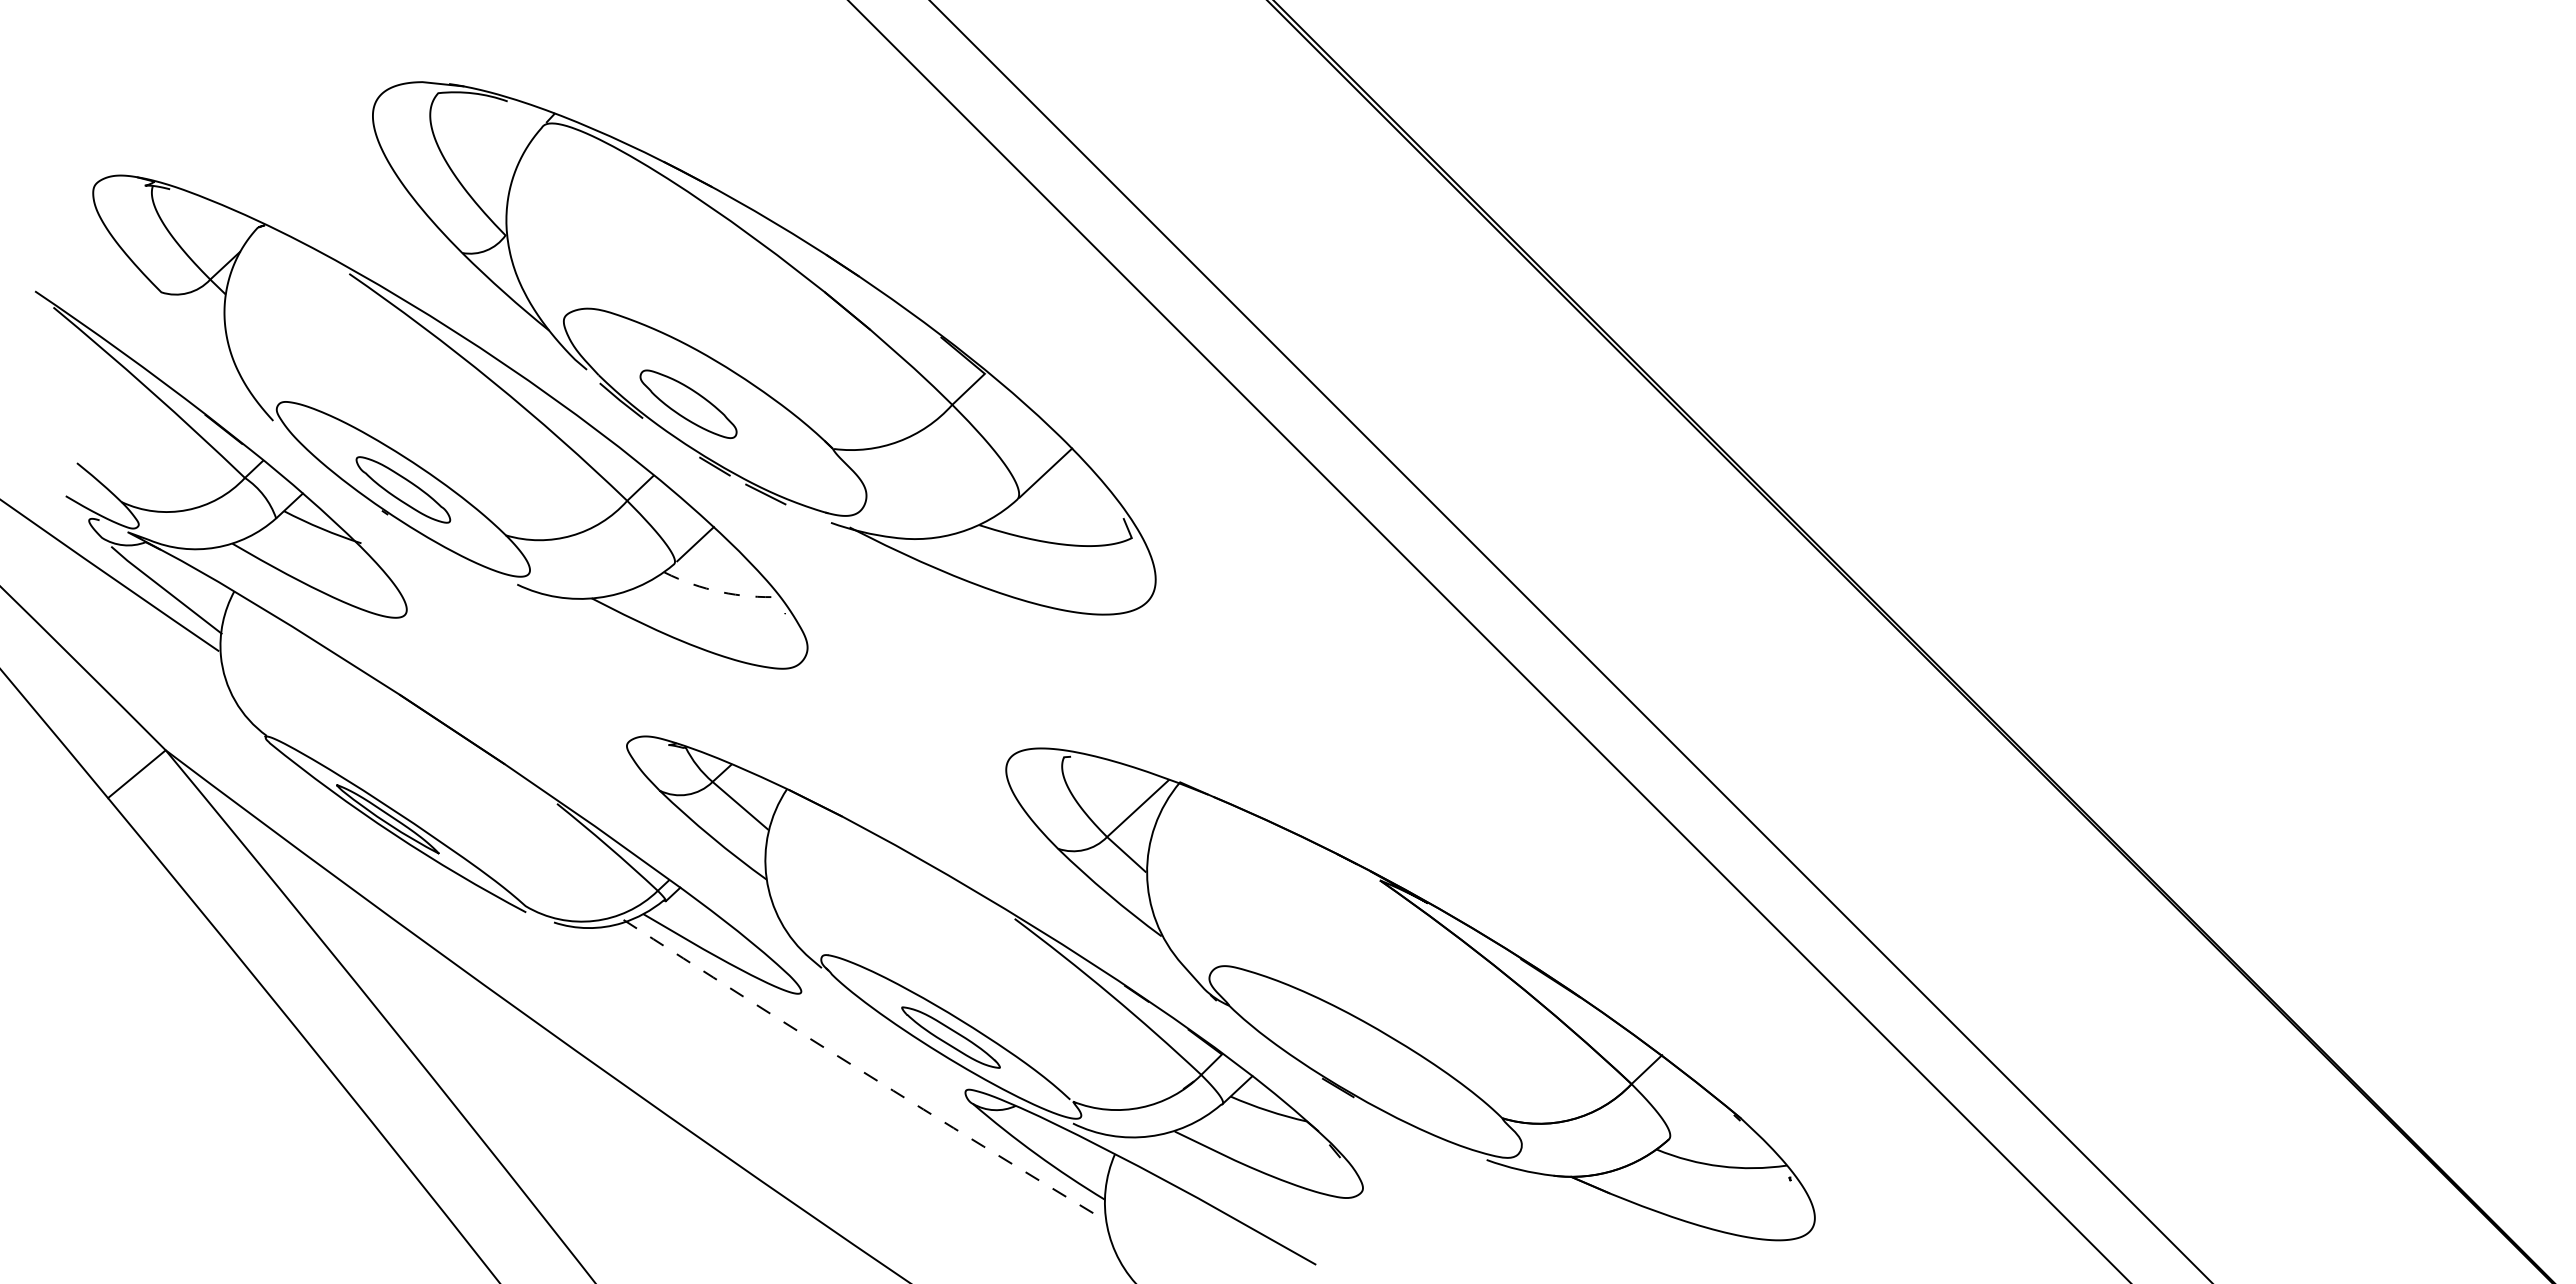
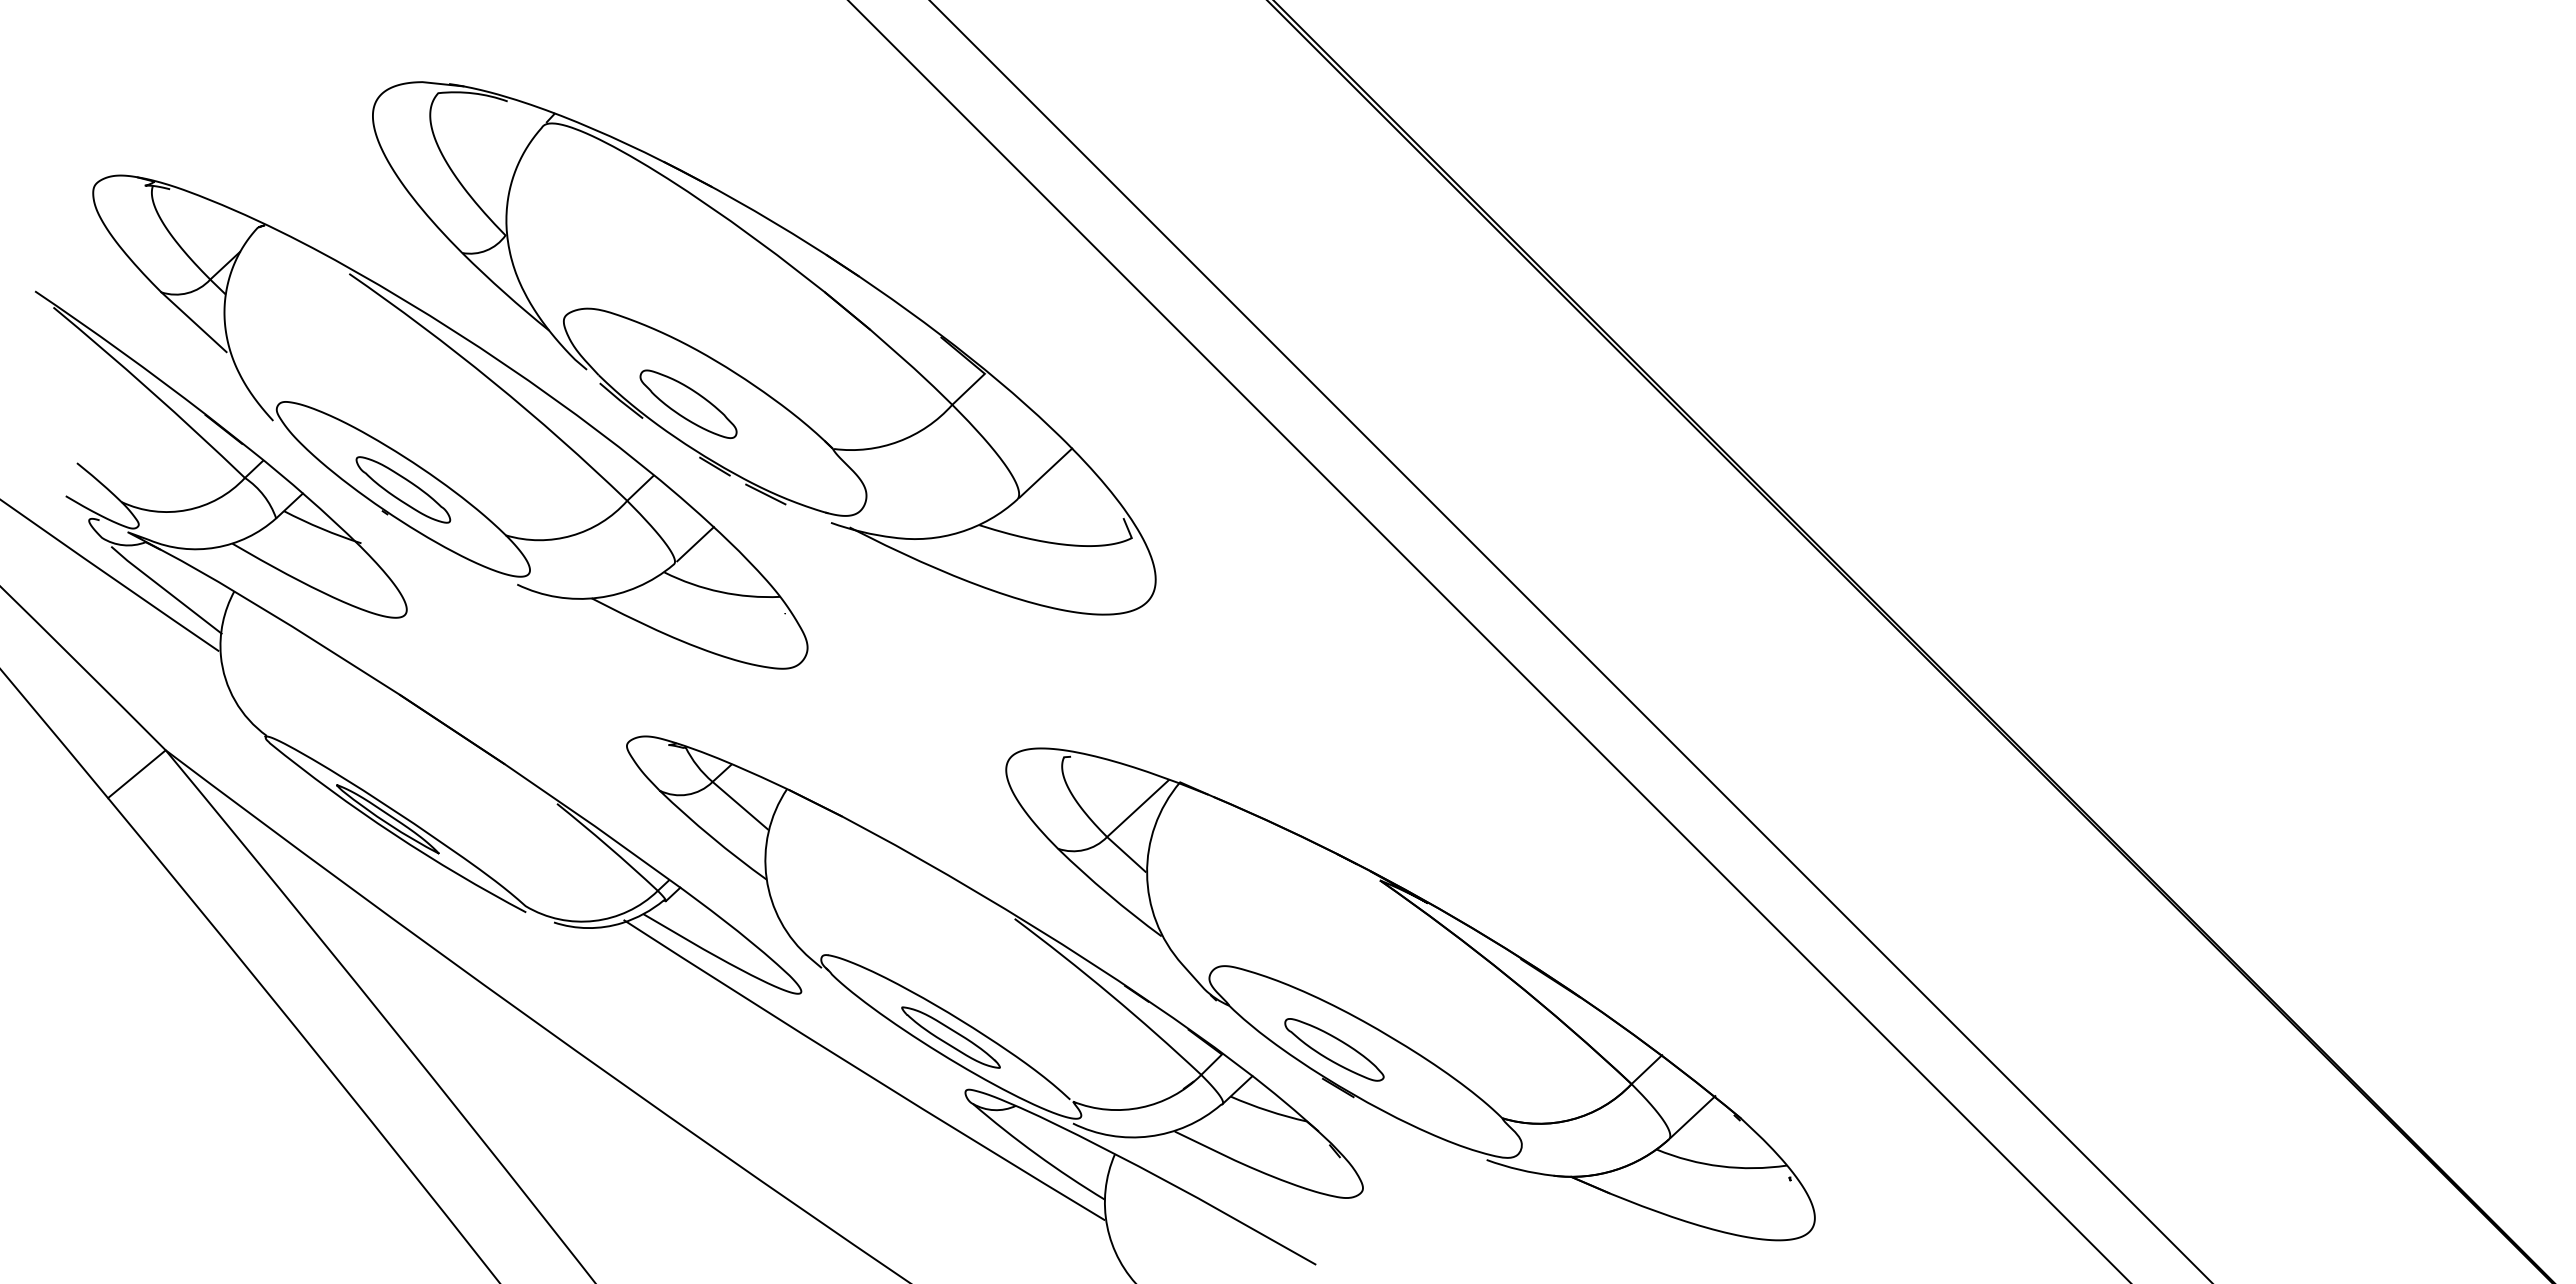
line at (193, 322): none -> present
arc at (720, 592): dashed -> solid
part at (1334, 1049): none -> present
arc at (863, 1072): dashed -> solid
line at (1692, 1116): none -> present
